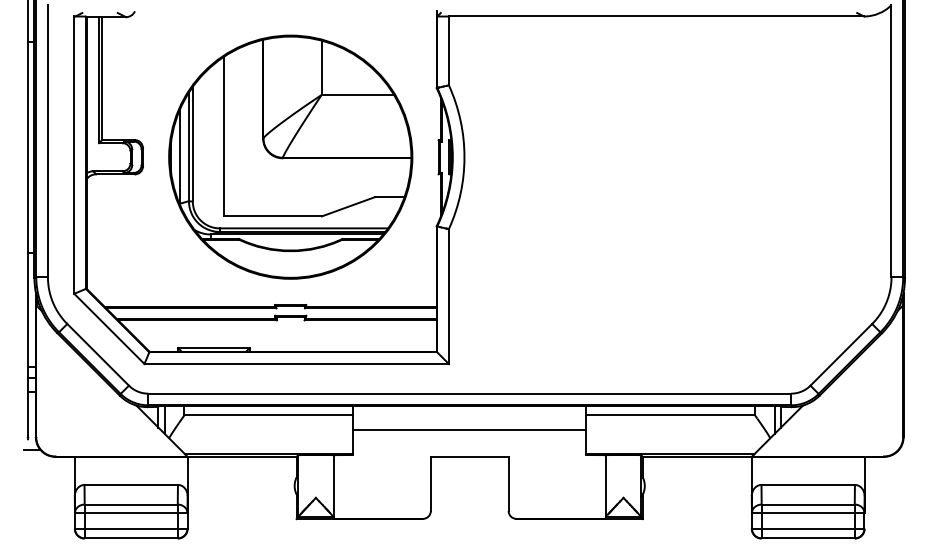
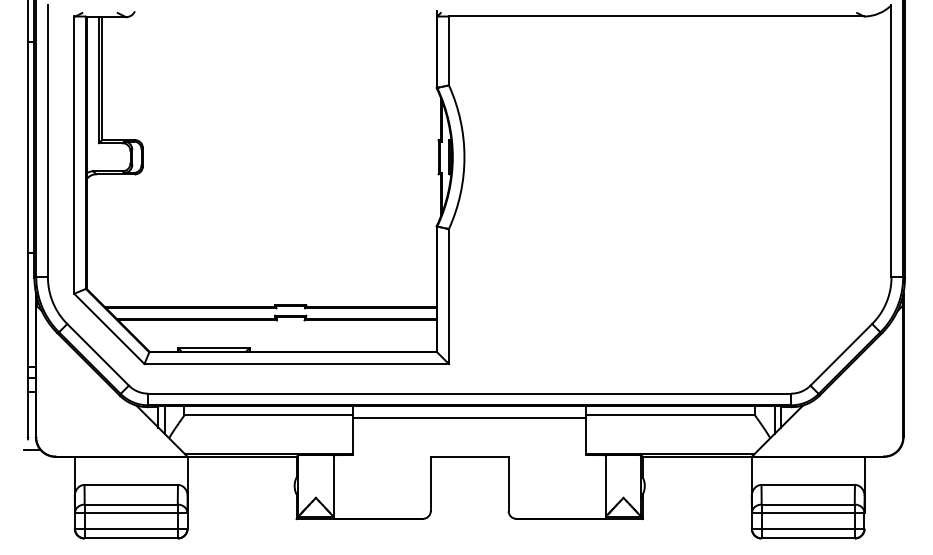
part at (290, 156): present -> none
line at (469, 429) position: (469, 429) -> (469, 417)
